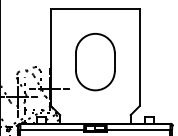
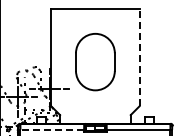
line at (139, 57): solid -> dashed
line at (52, 129): solid -> dashed
